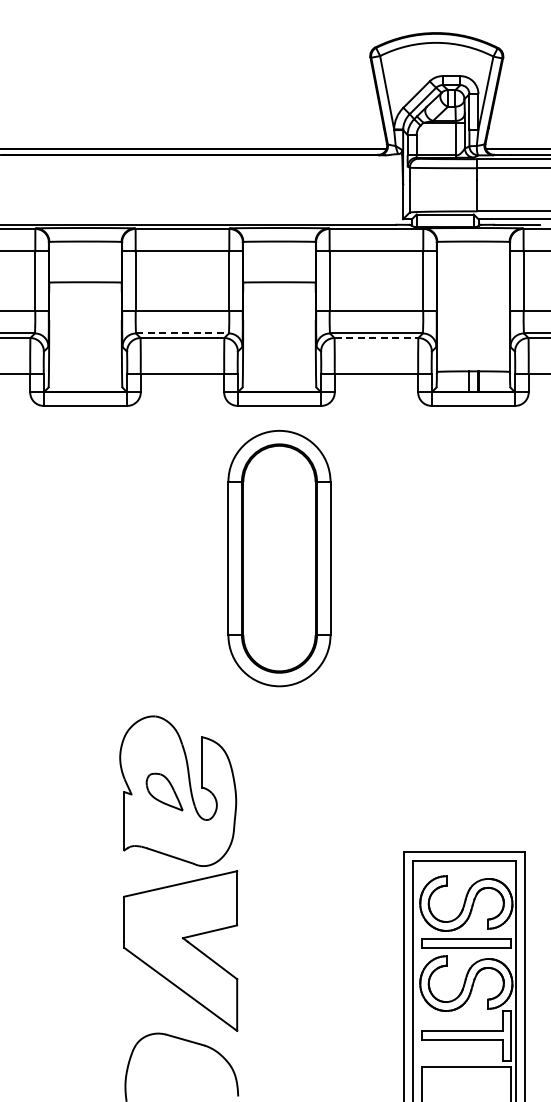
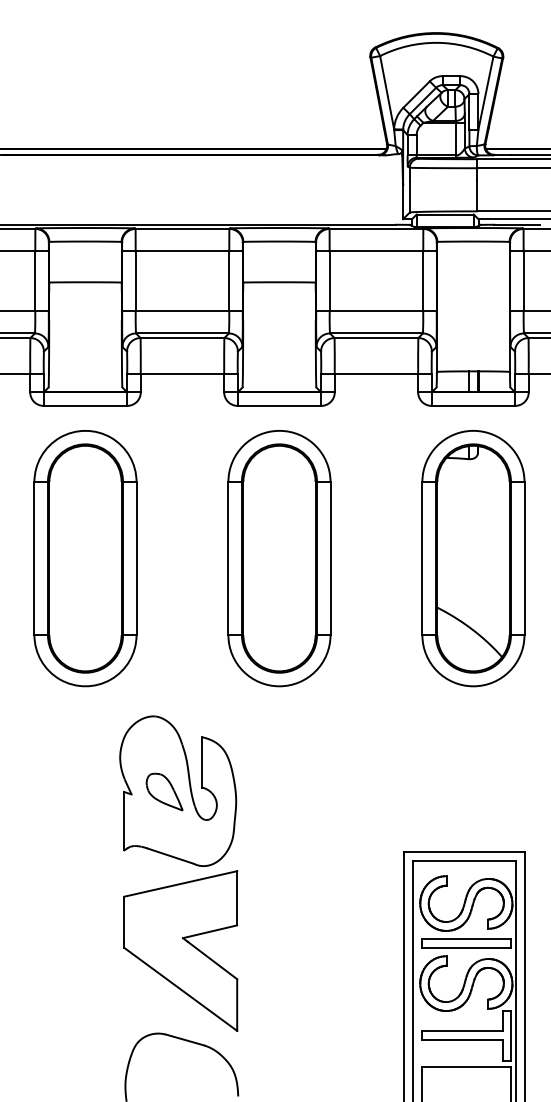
line at (182, 333): dashed -> solid
line at (376, 338): dashed -> solid
part at (85, 558): none -> present
part at (473, 558): none -> present
